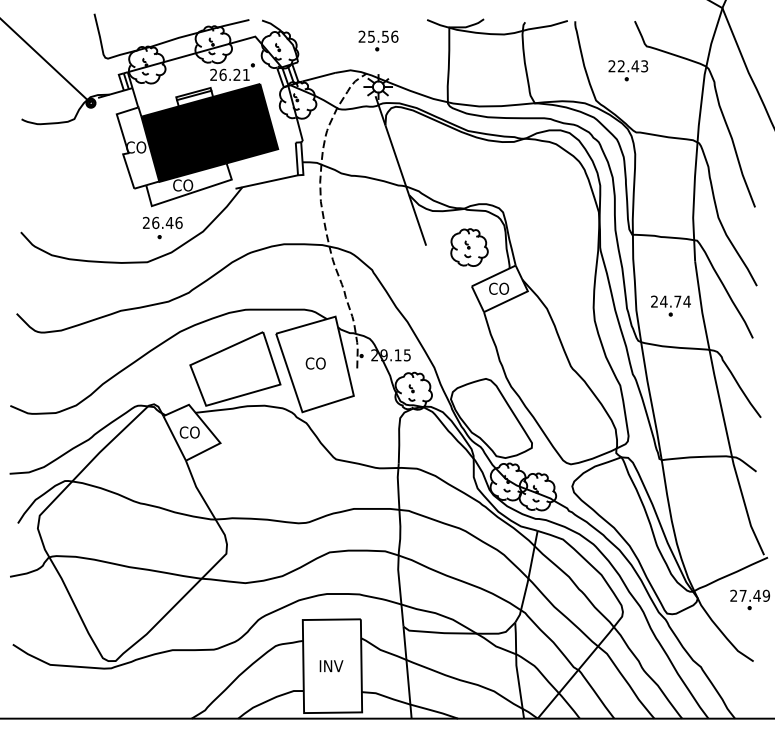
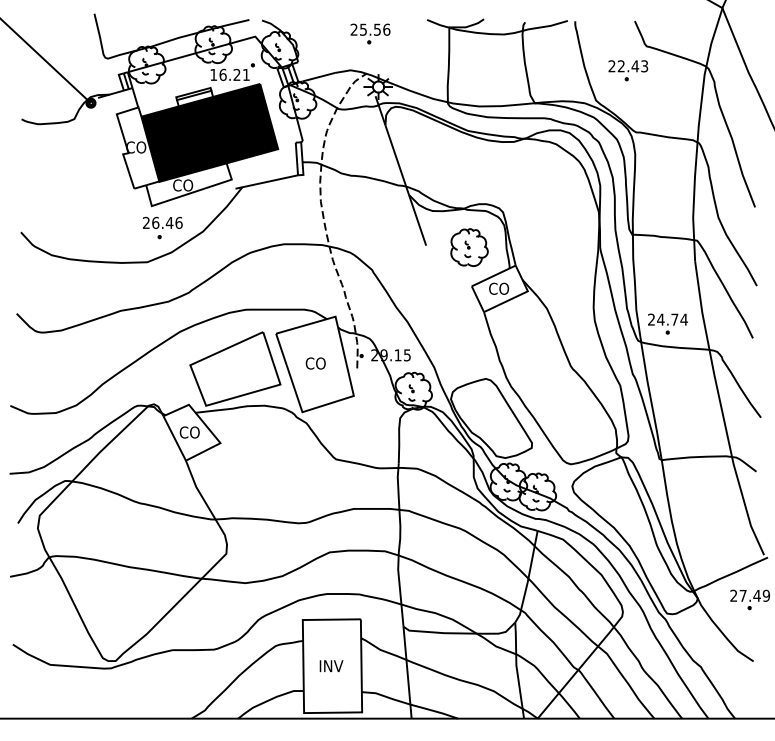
part at (378, 40) position: (378, 40) -> (370, 33)
text at (213, 74): 26.21 -> 16.21
part at (670, 305) position: (670, 305) -> (667, 323)
